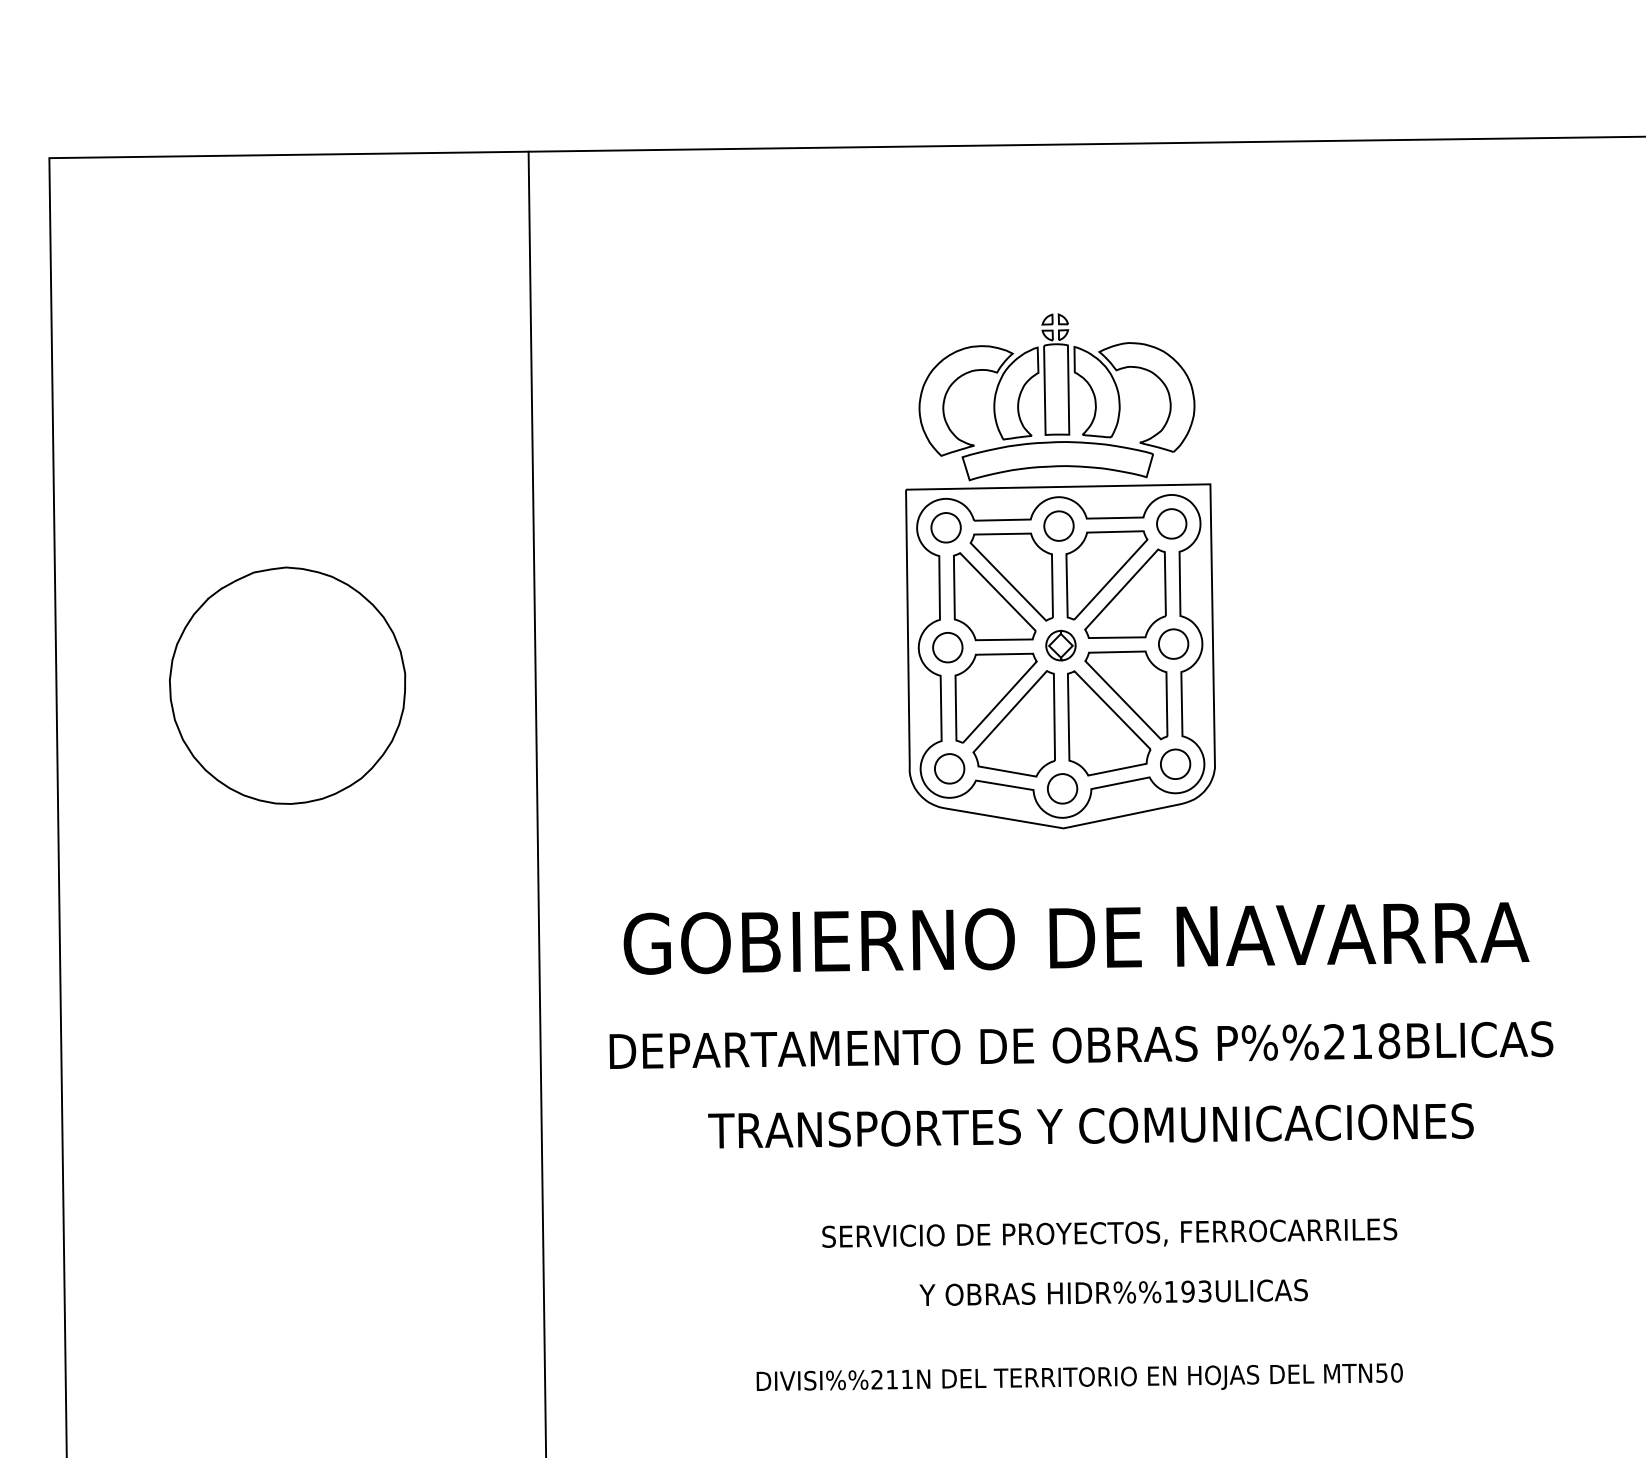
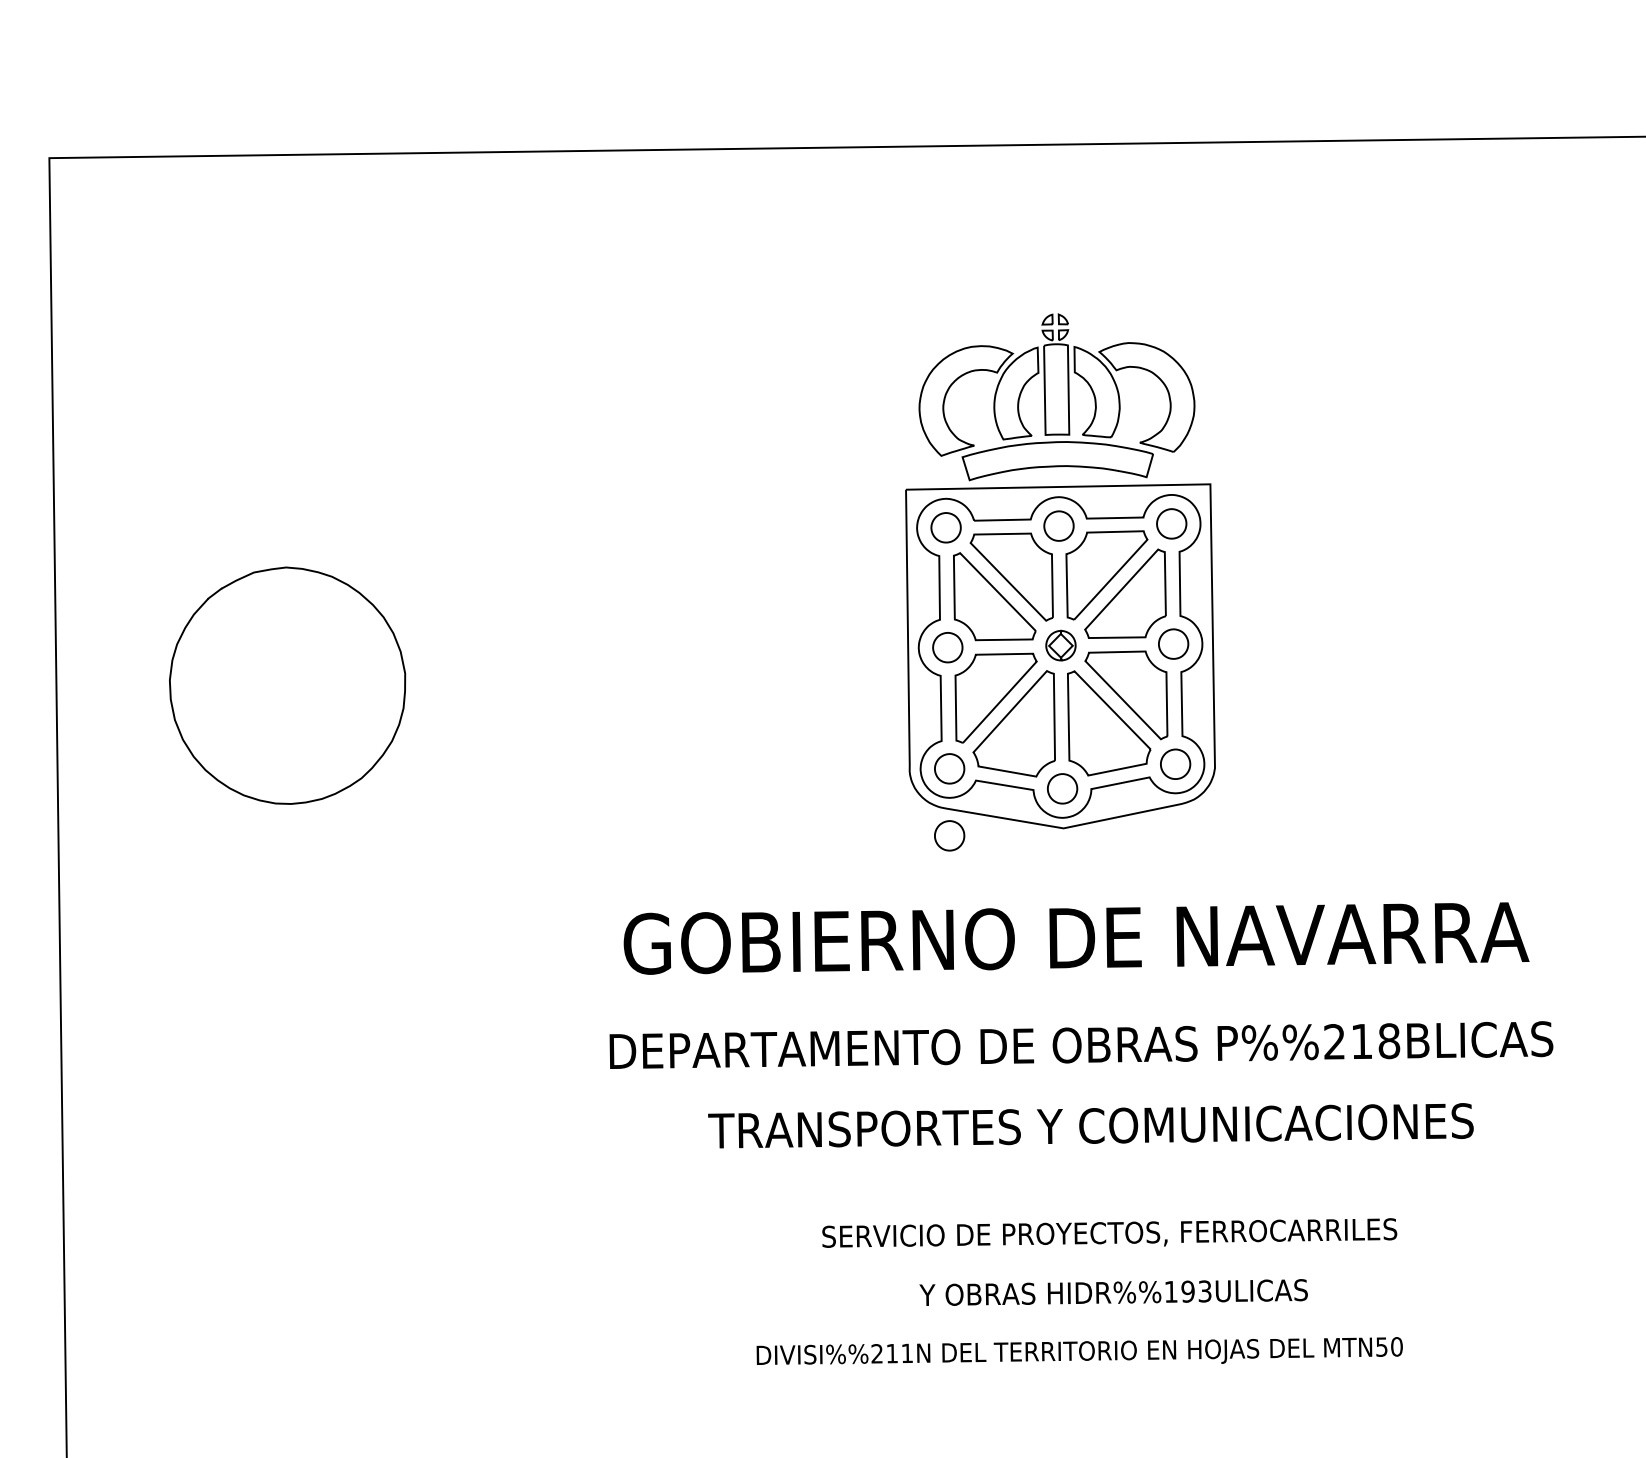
line at (537, 802): present -> none
part at (949, 835): none -> present
text at (1079, 1376) position: (1079, 1376) -> (1079, 1350)
